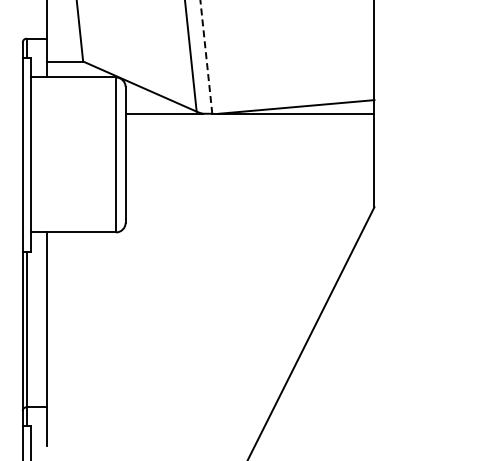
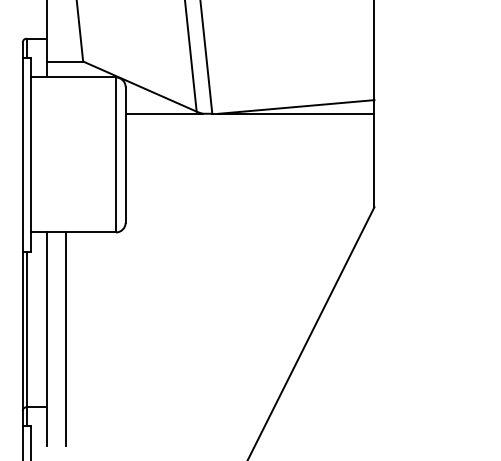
line at (206, 57): dashed -> solid
line at (66, 338): none -> present
